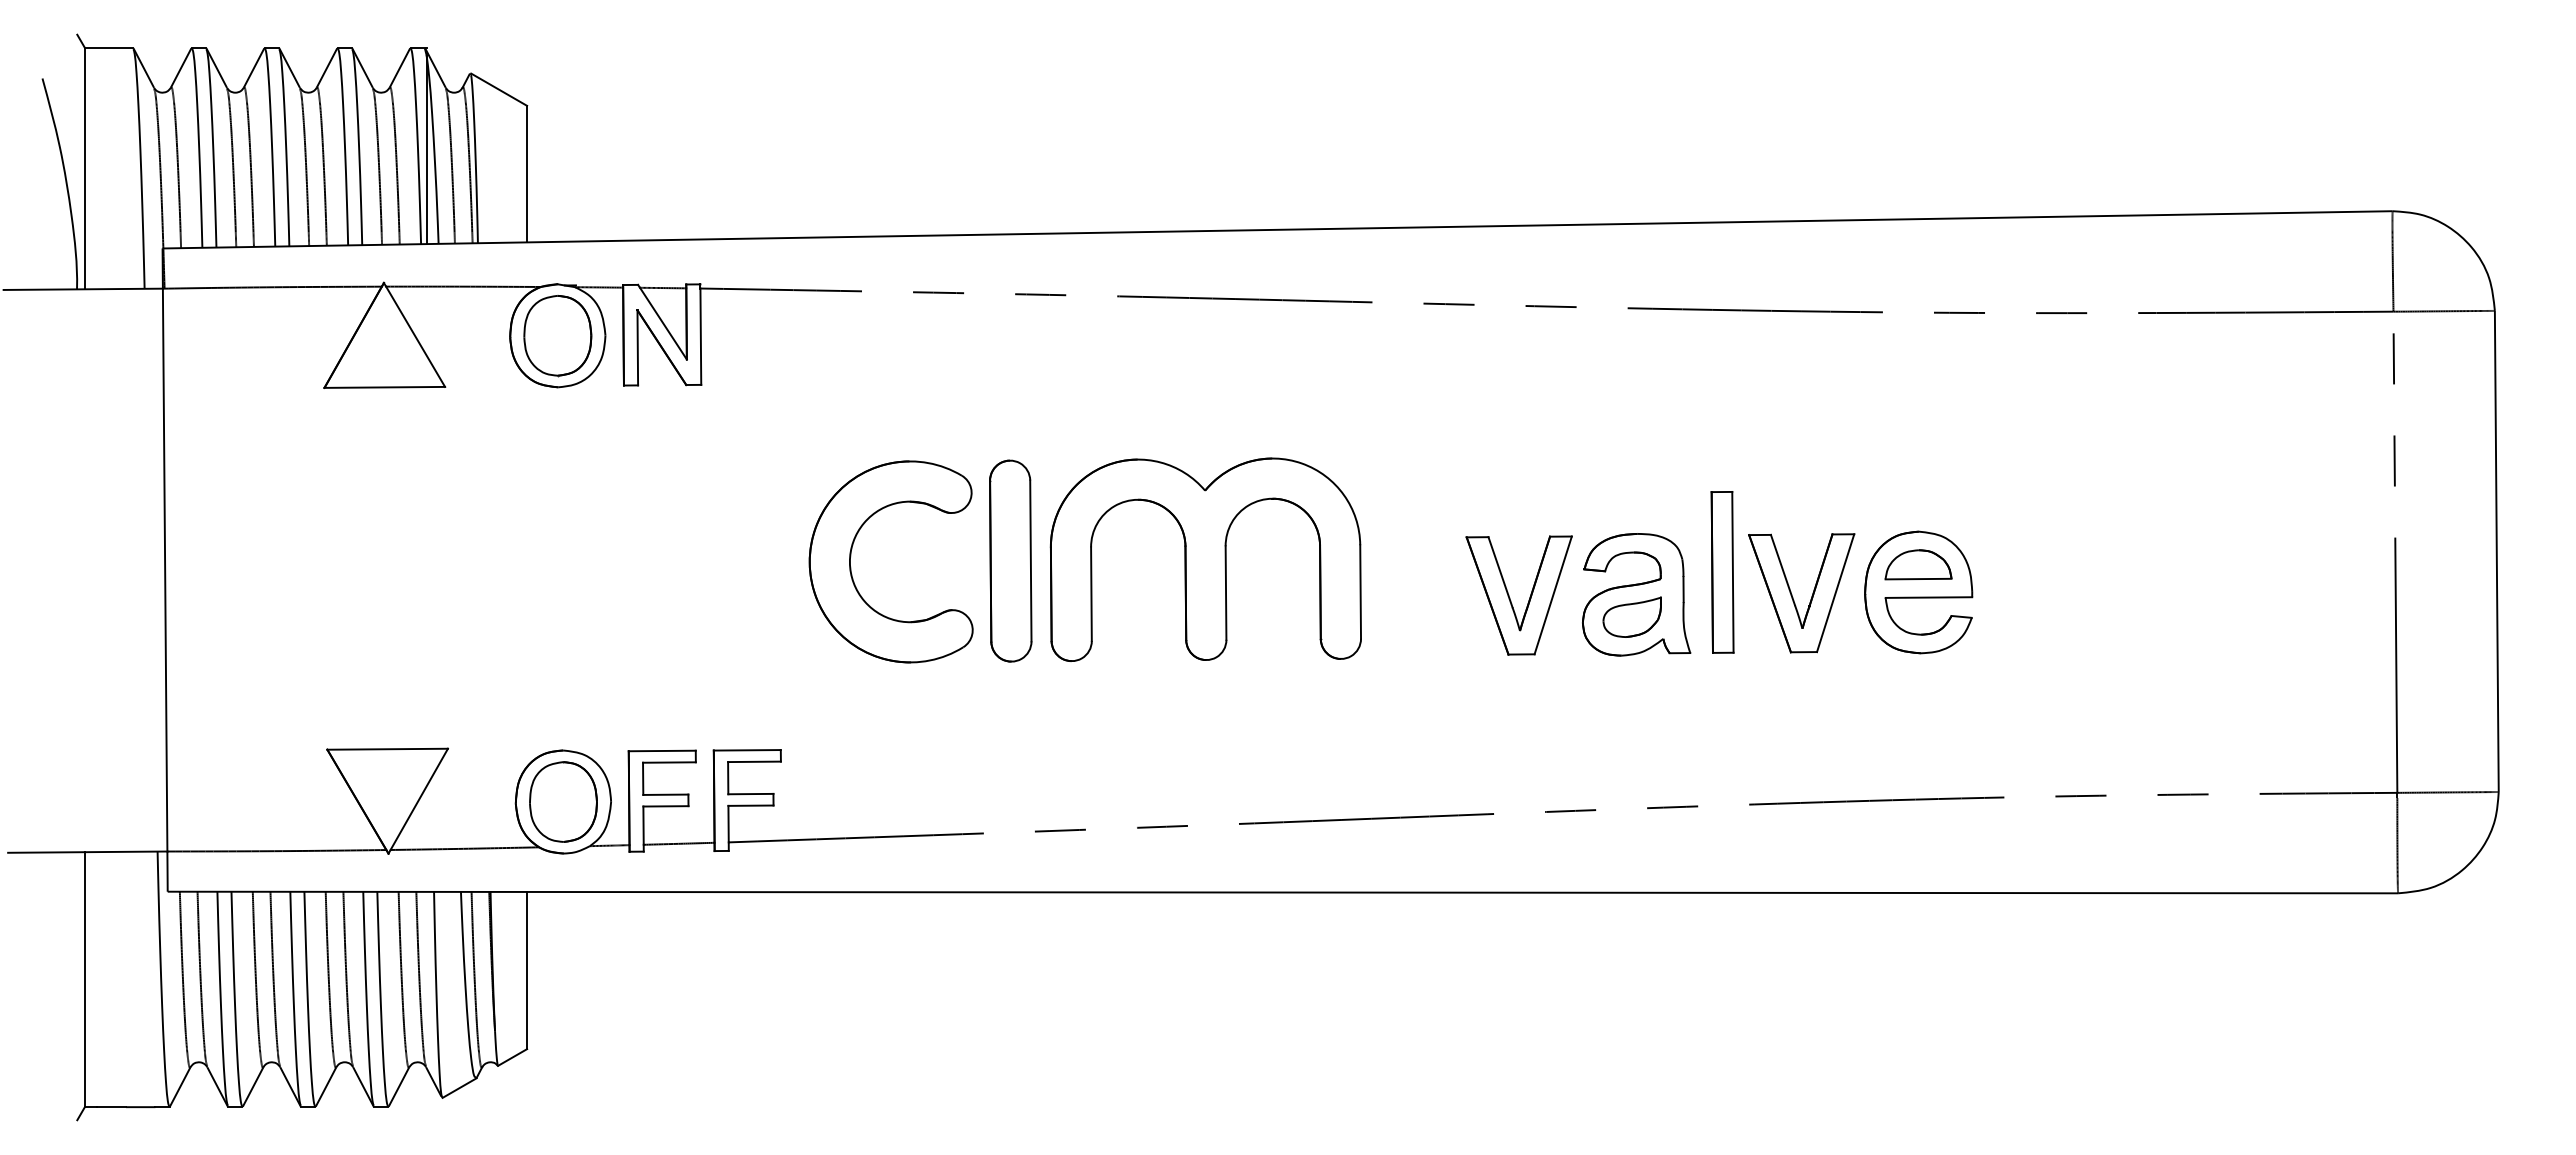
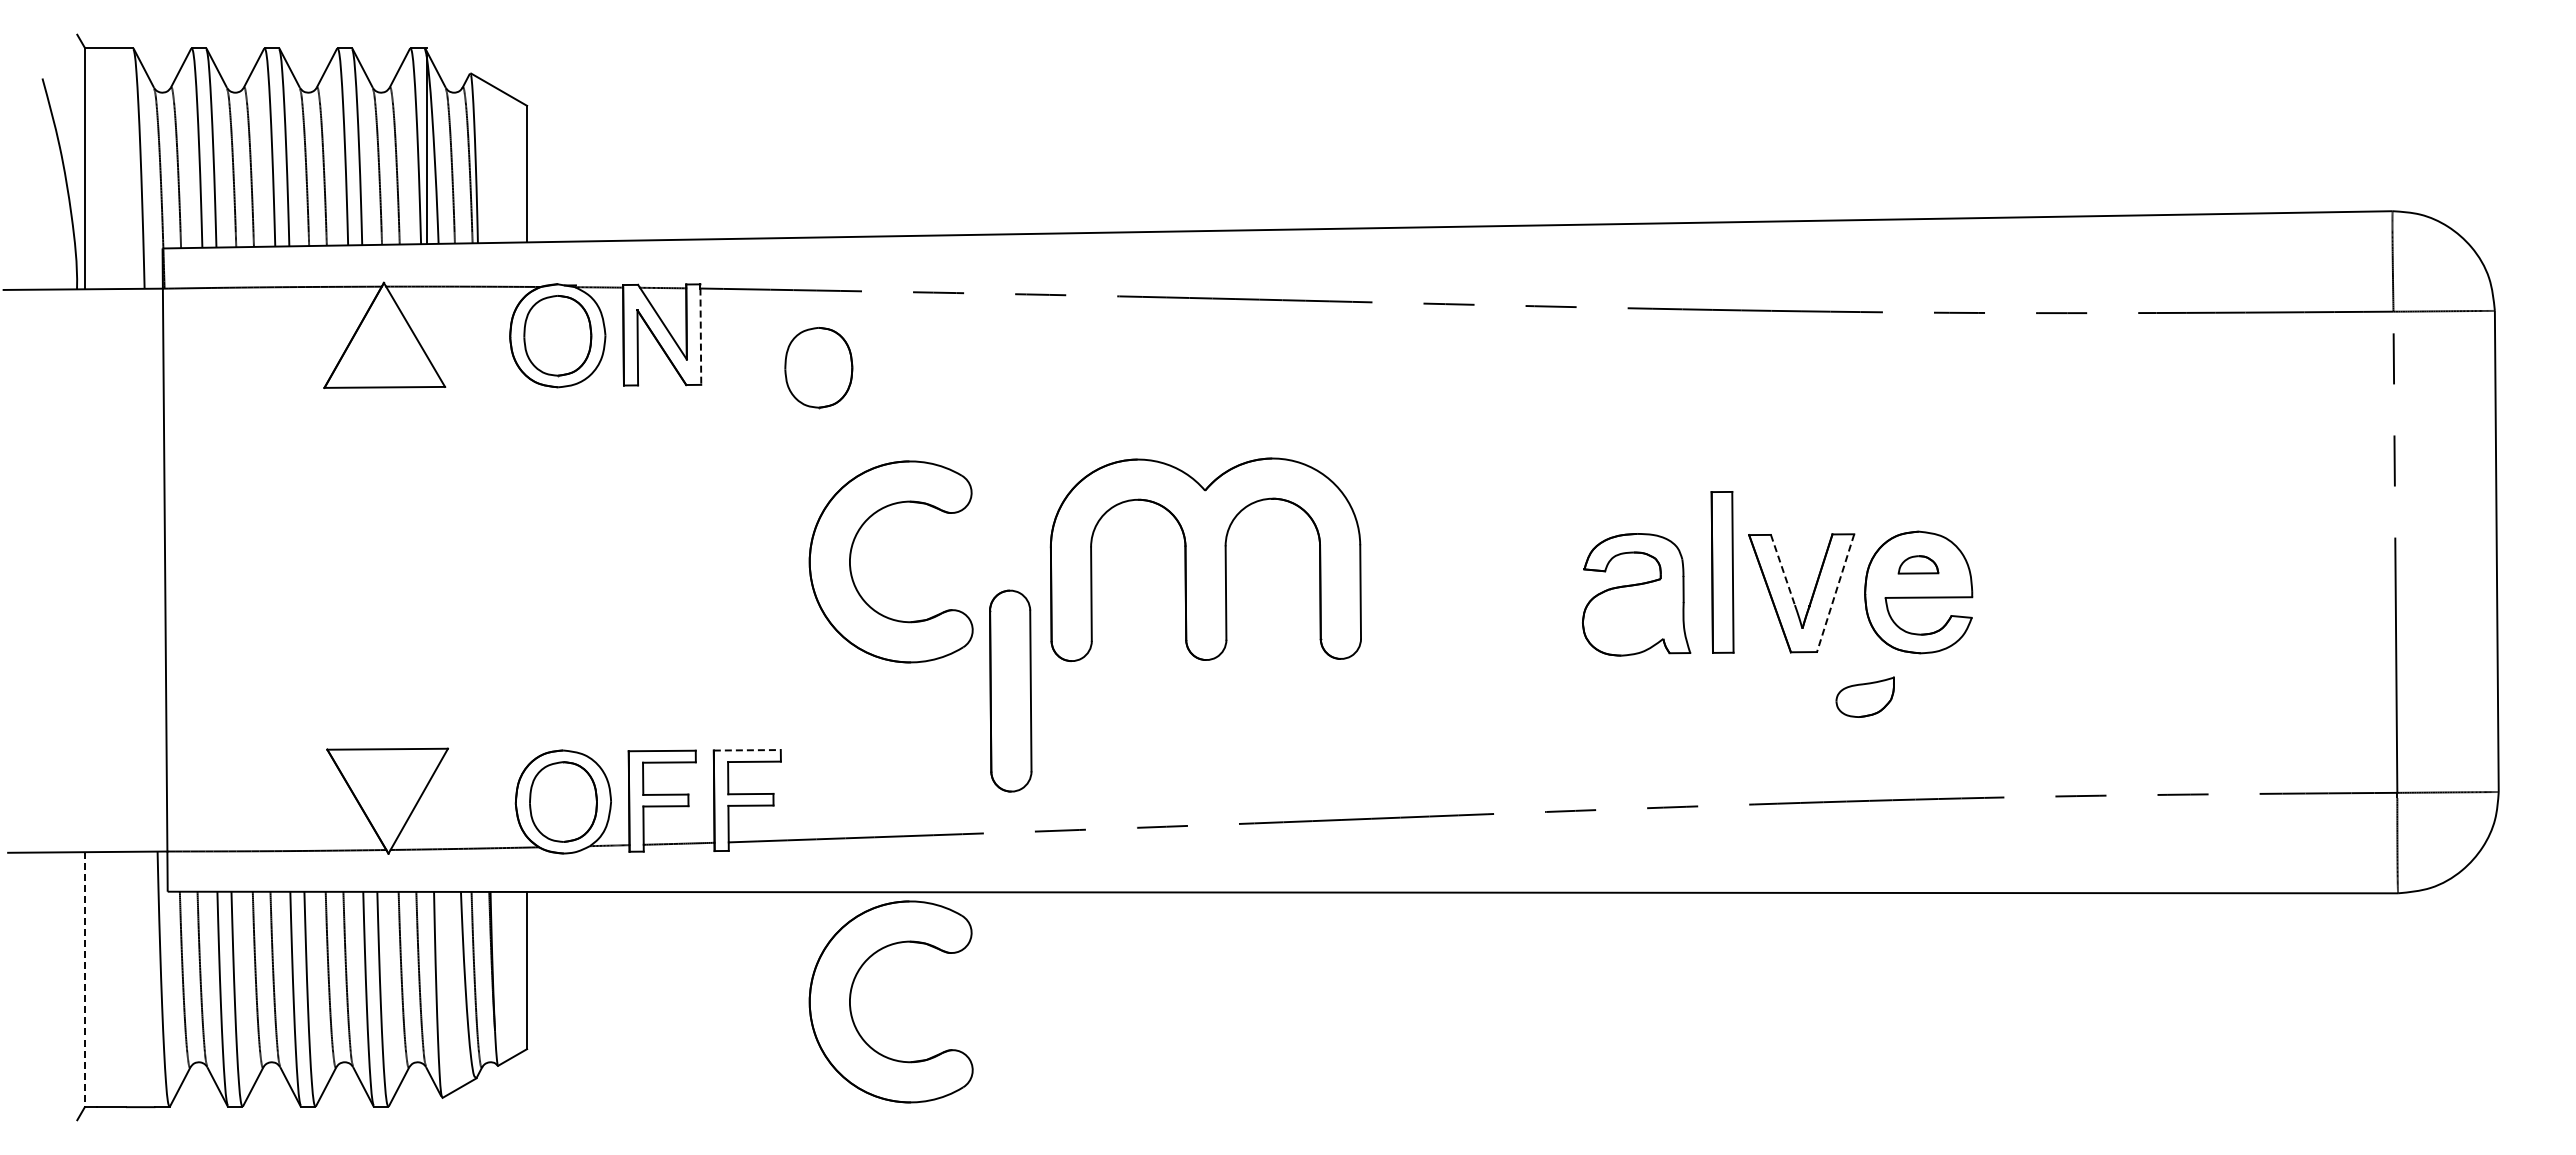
line at (700, 337): solid -> dashed
part at (818, 368): none -> present
part at (1010, 560) position: (1010, 560) -> (1010, 690)
part at (1918, 564) size: 69x32 px -> 43x20 px
line at (1783, 570): solid -> dashed
line at (1835, 593): solid -> dashed
part at (1510, 597): present -> none
part at (1631, 616) position: (1631, 616) -> (1864, 696)
line at (747, 750): solid -> dashed
line at (84, 979): solid -> dashed
part at (851, 996): none -> present
